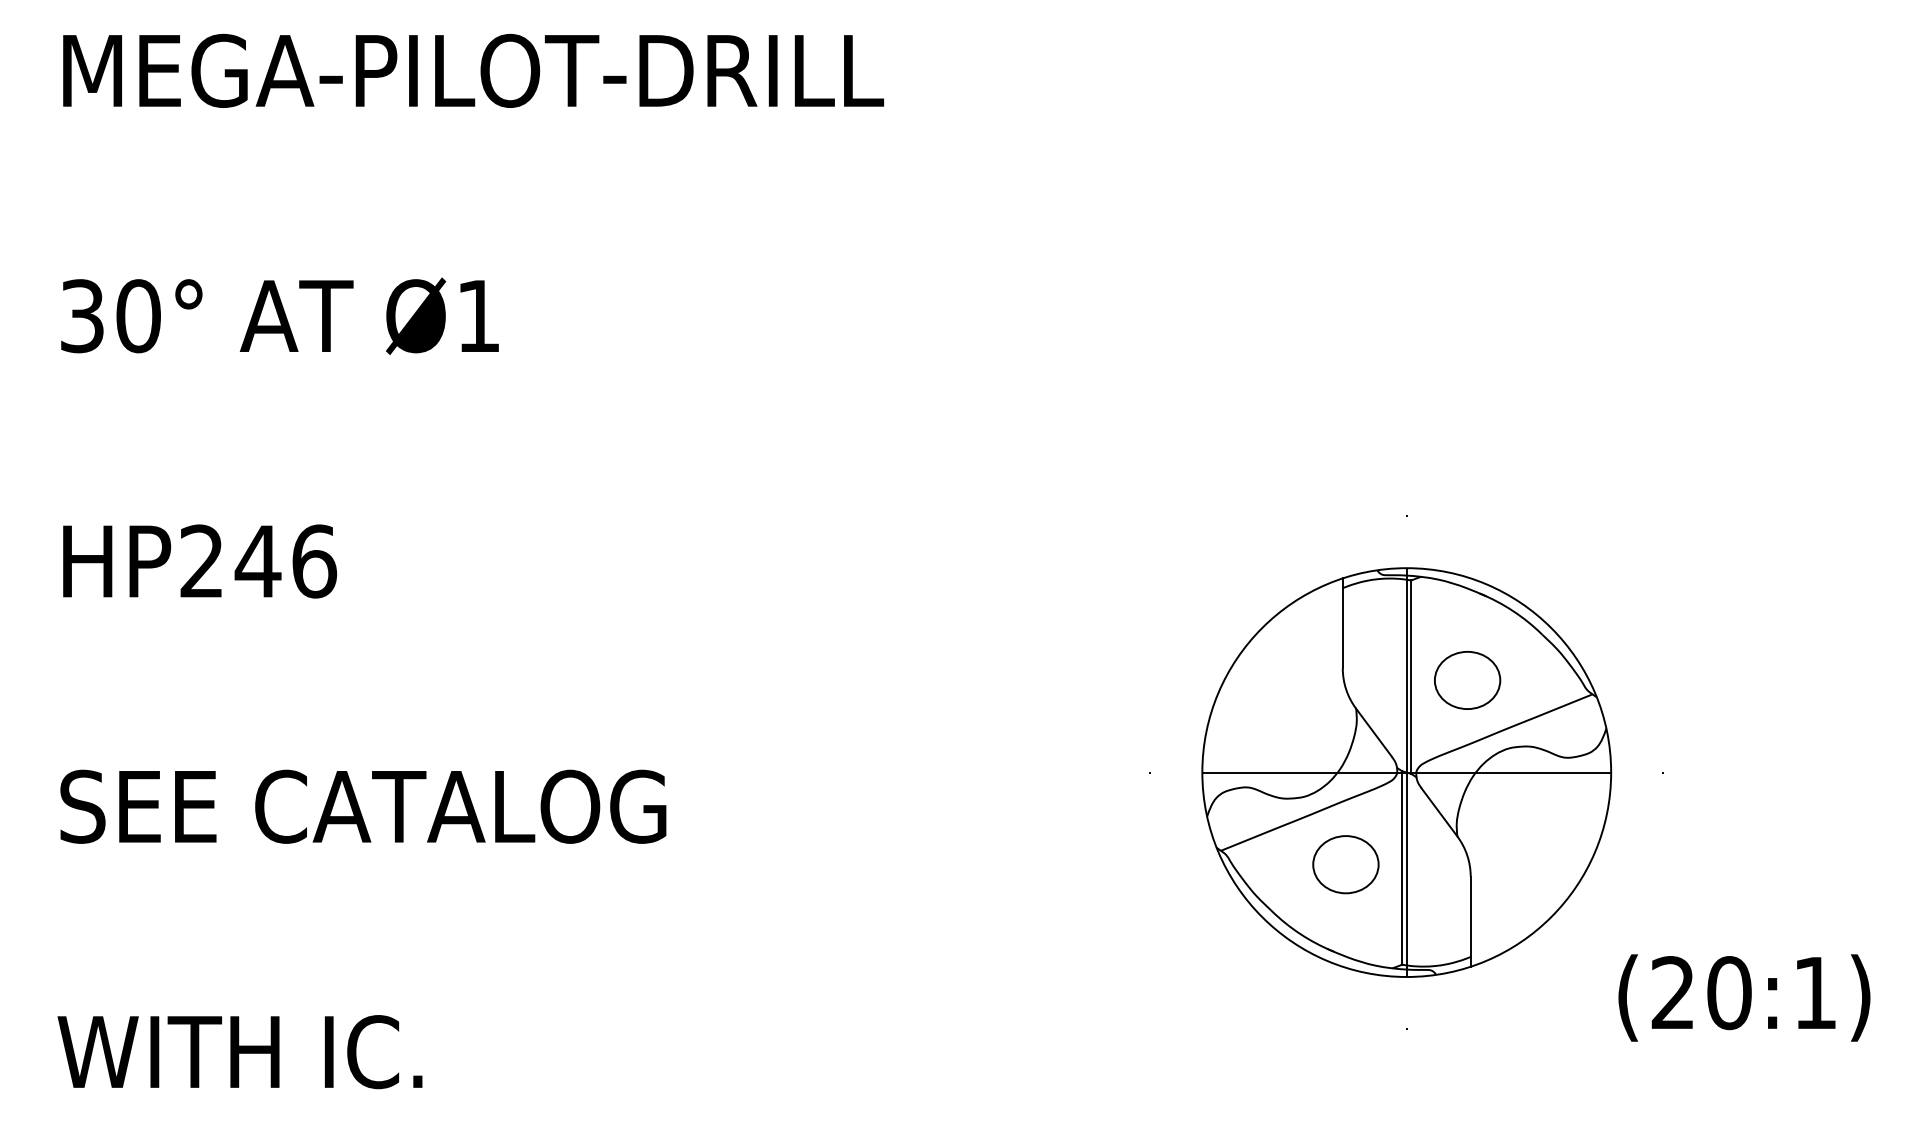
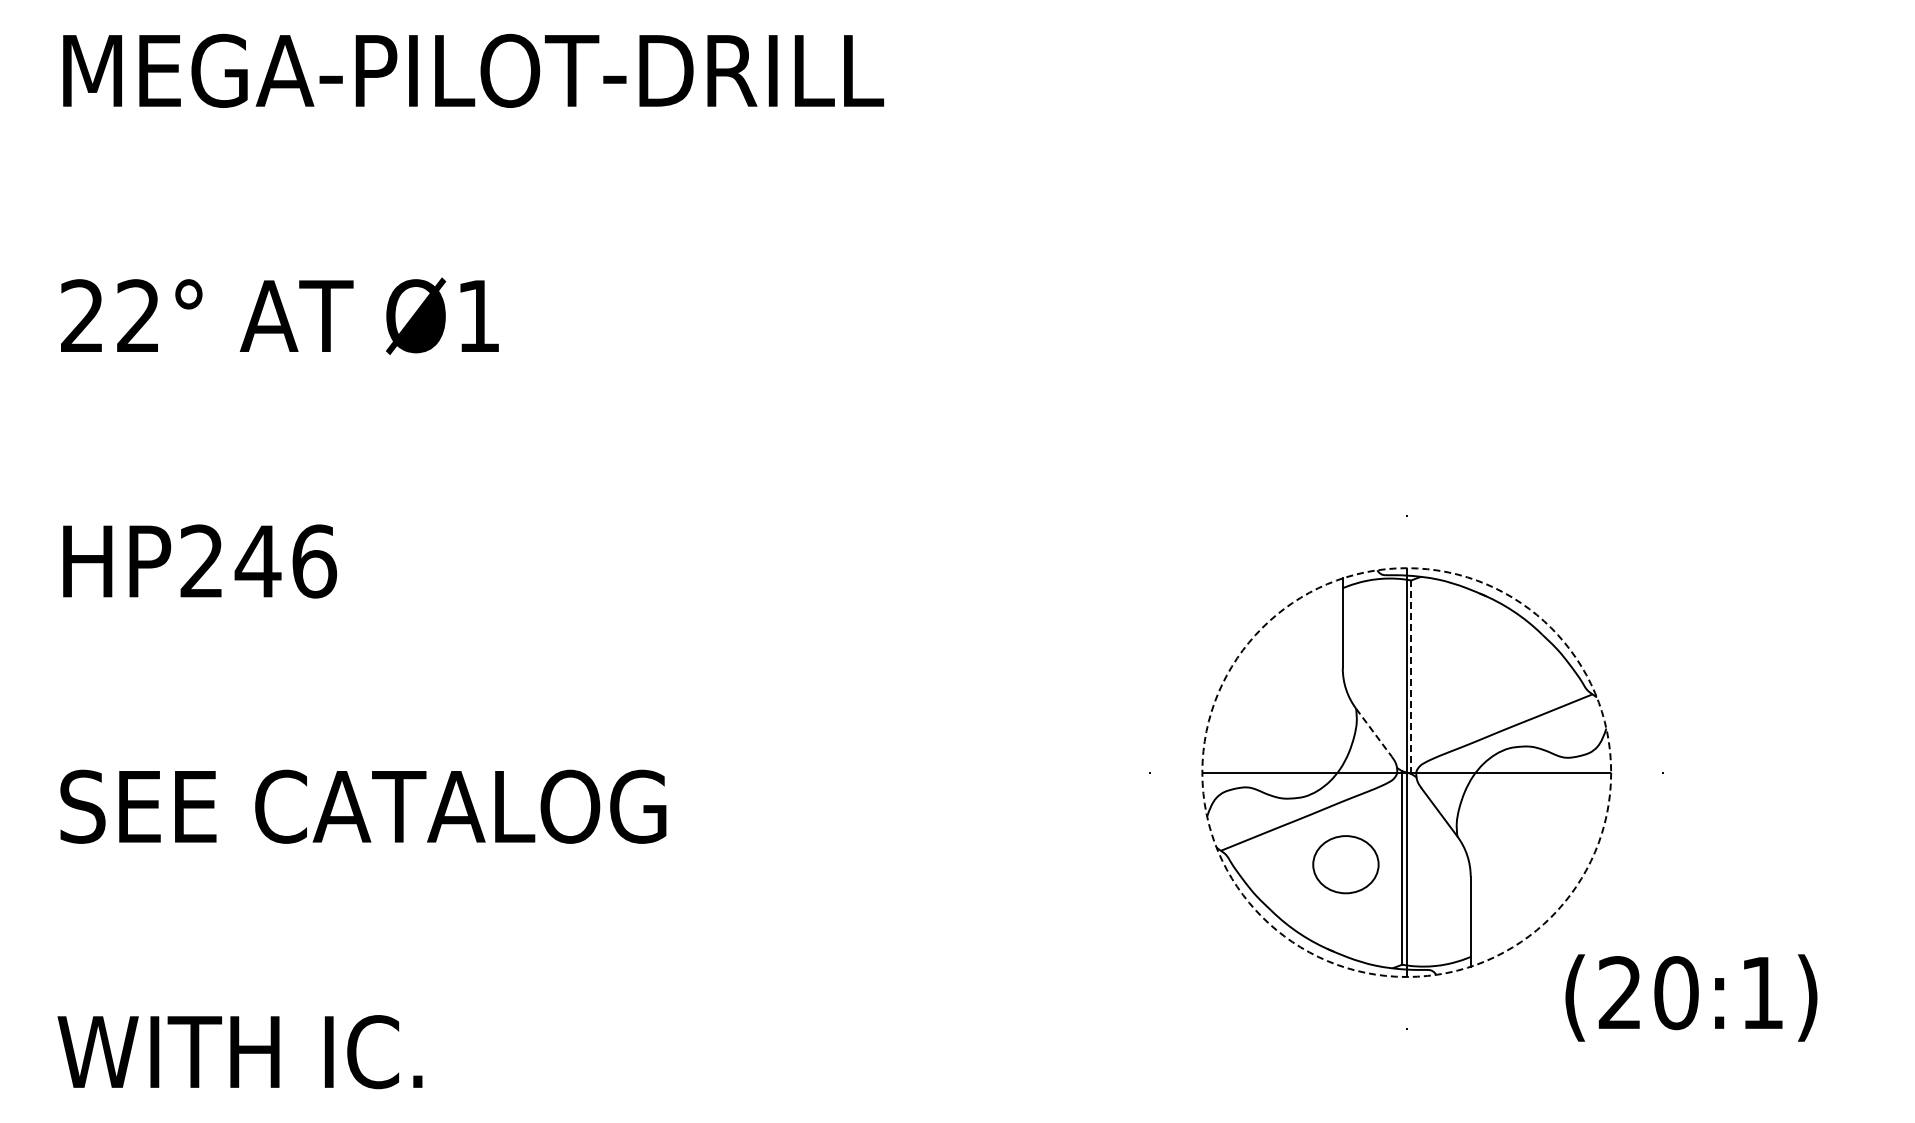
text at (110, 316): 30° -> 22°
line at (1411, 677): solid -> dashed
part at (1467, 680): present -> none
line at (1373, 732): solid -> dashed
circle at (1406, 772): solid -> dashed
text at (1744, 997) position: (1744, 997) -> (1691, 997)
